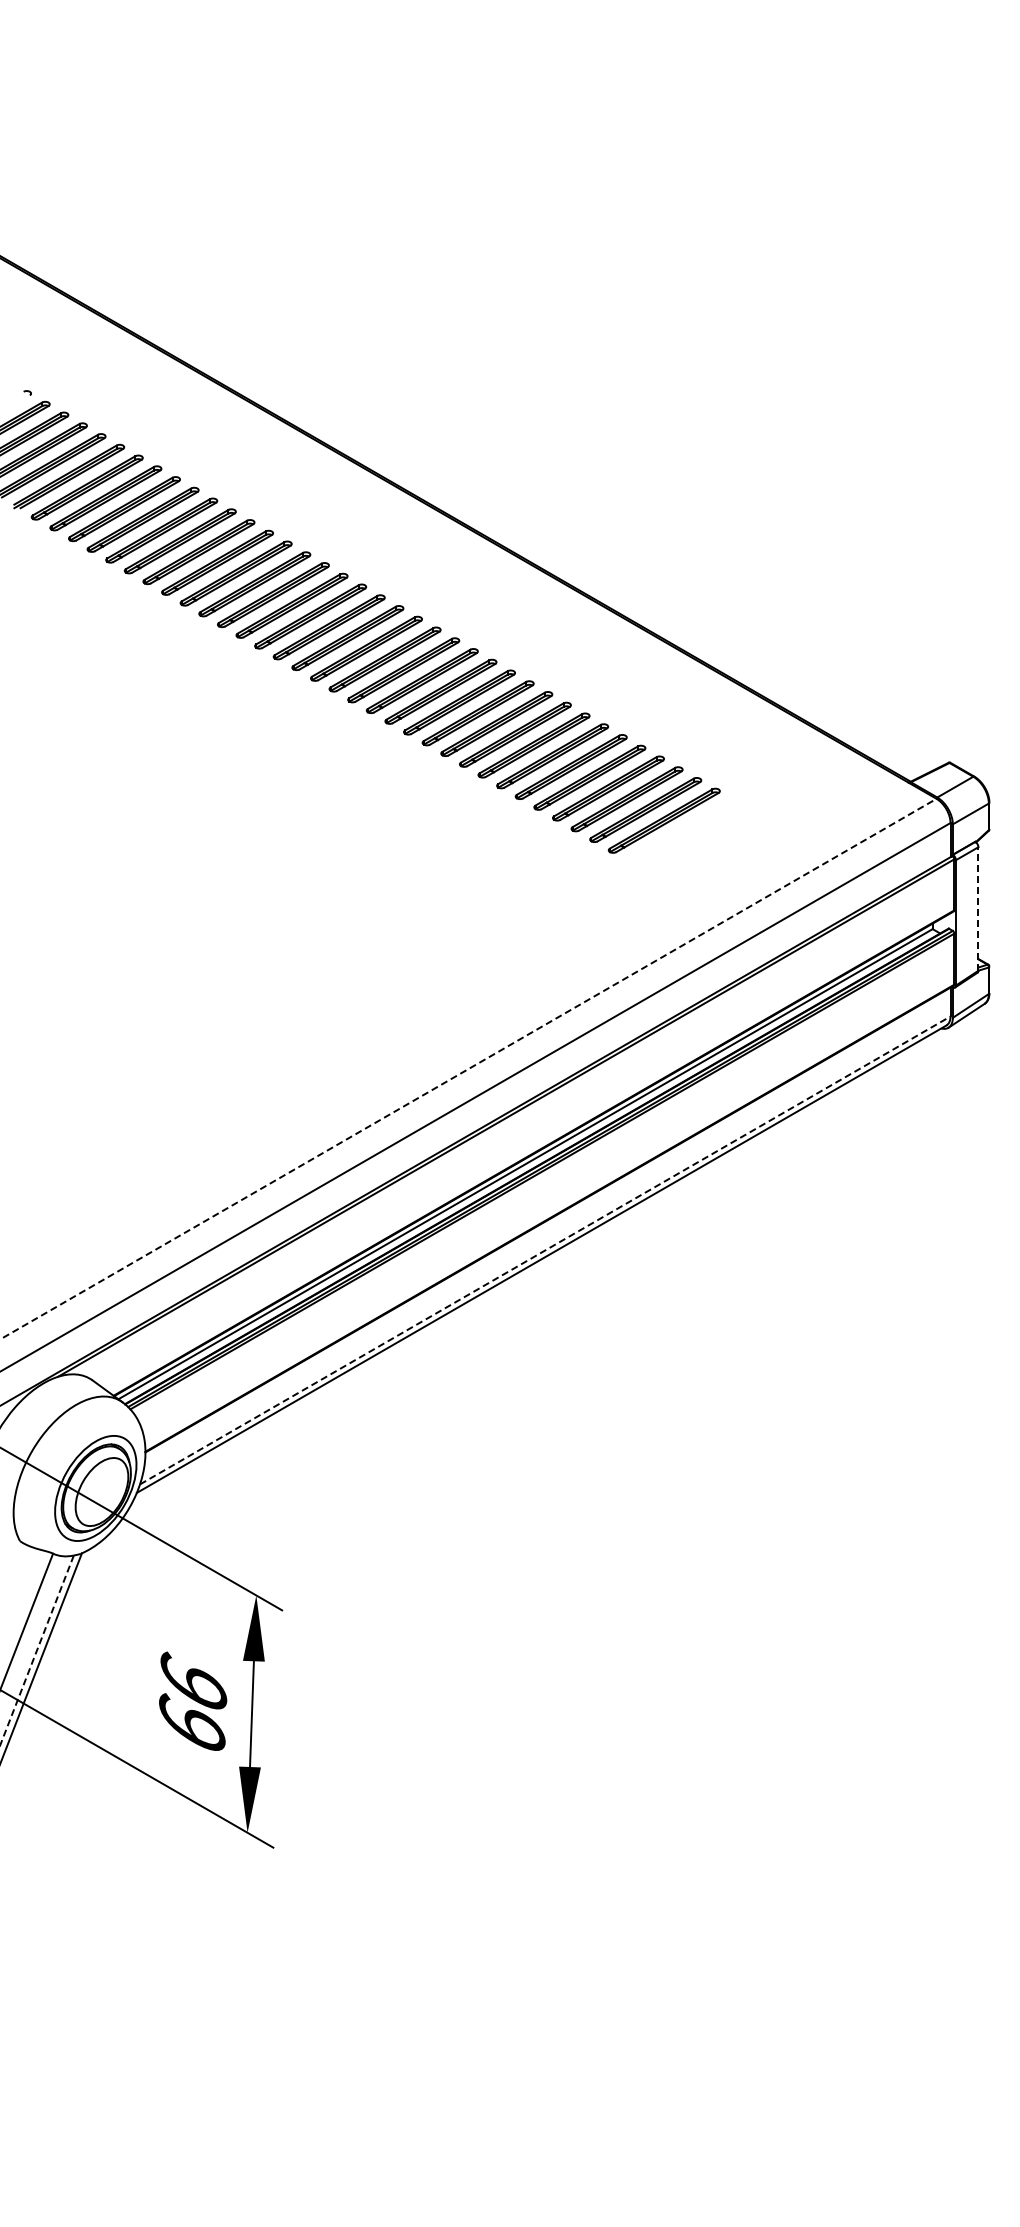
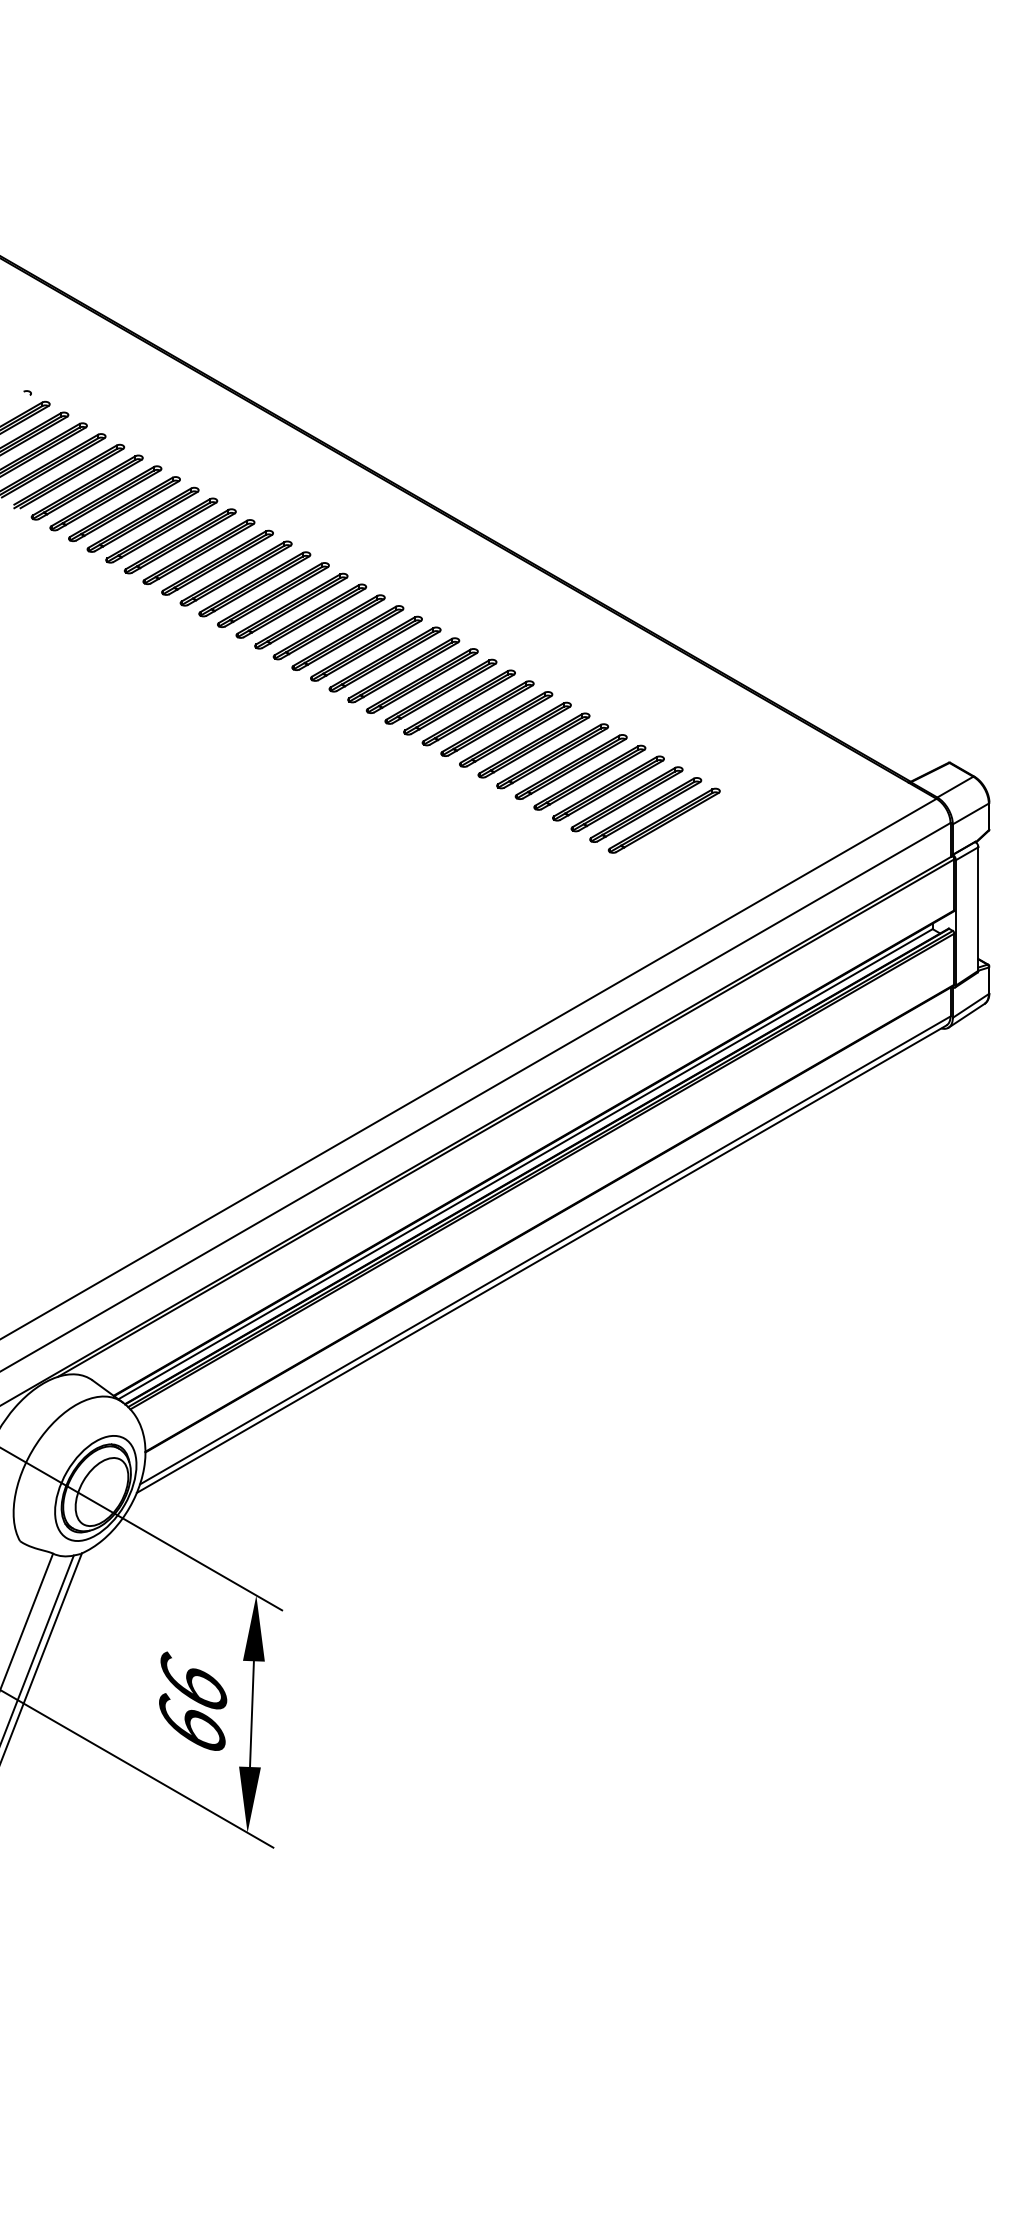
line at (978, 908): dashed -> solid
line at (468, 1068): dashed -> solid
line at (545, 1250): dashed -> solid
line at (36, 1650): dashed -> solid
